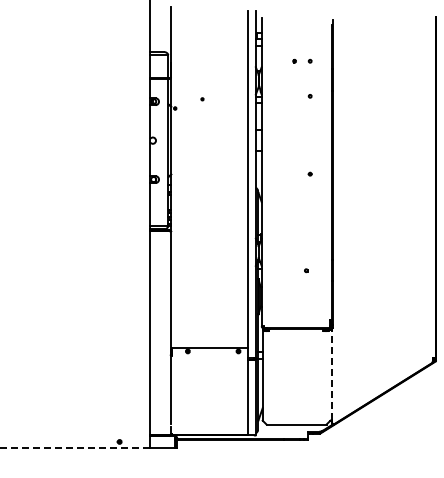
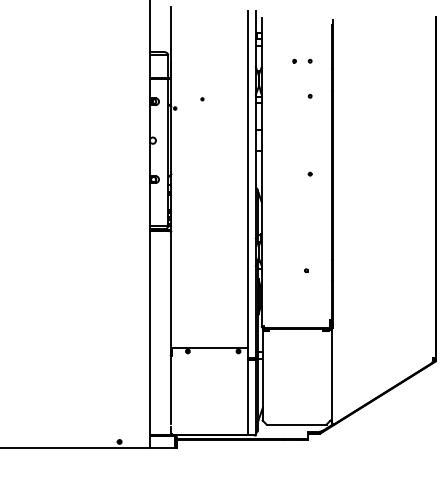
line at (332, 374): dashed -> solid
line at (75, 448): dashed -> solid
